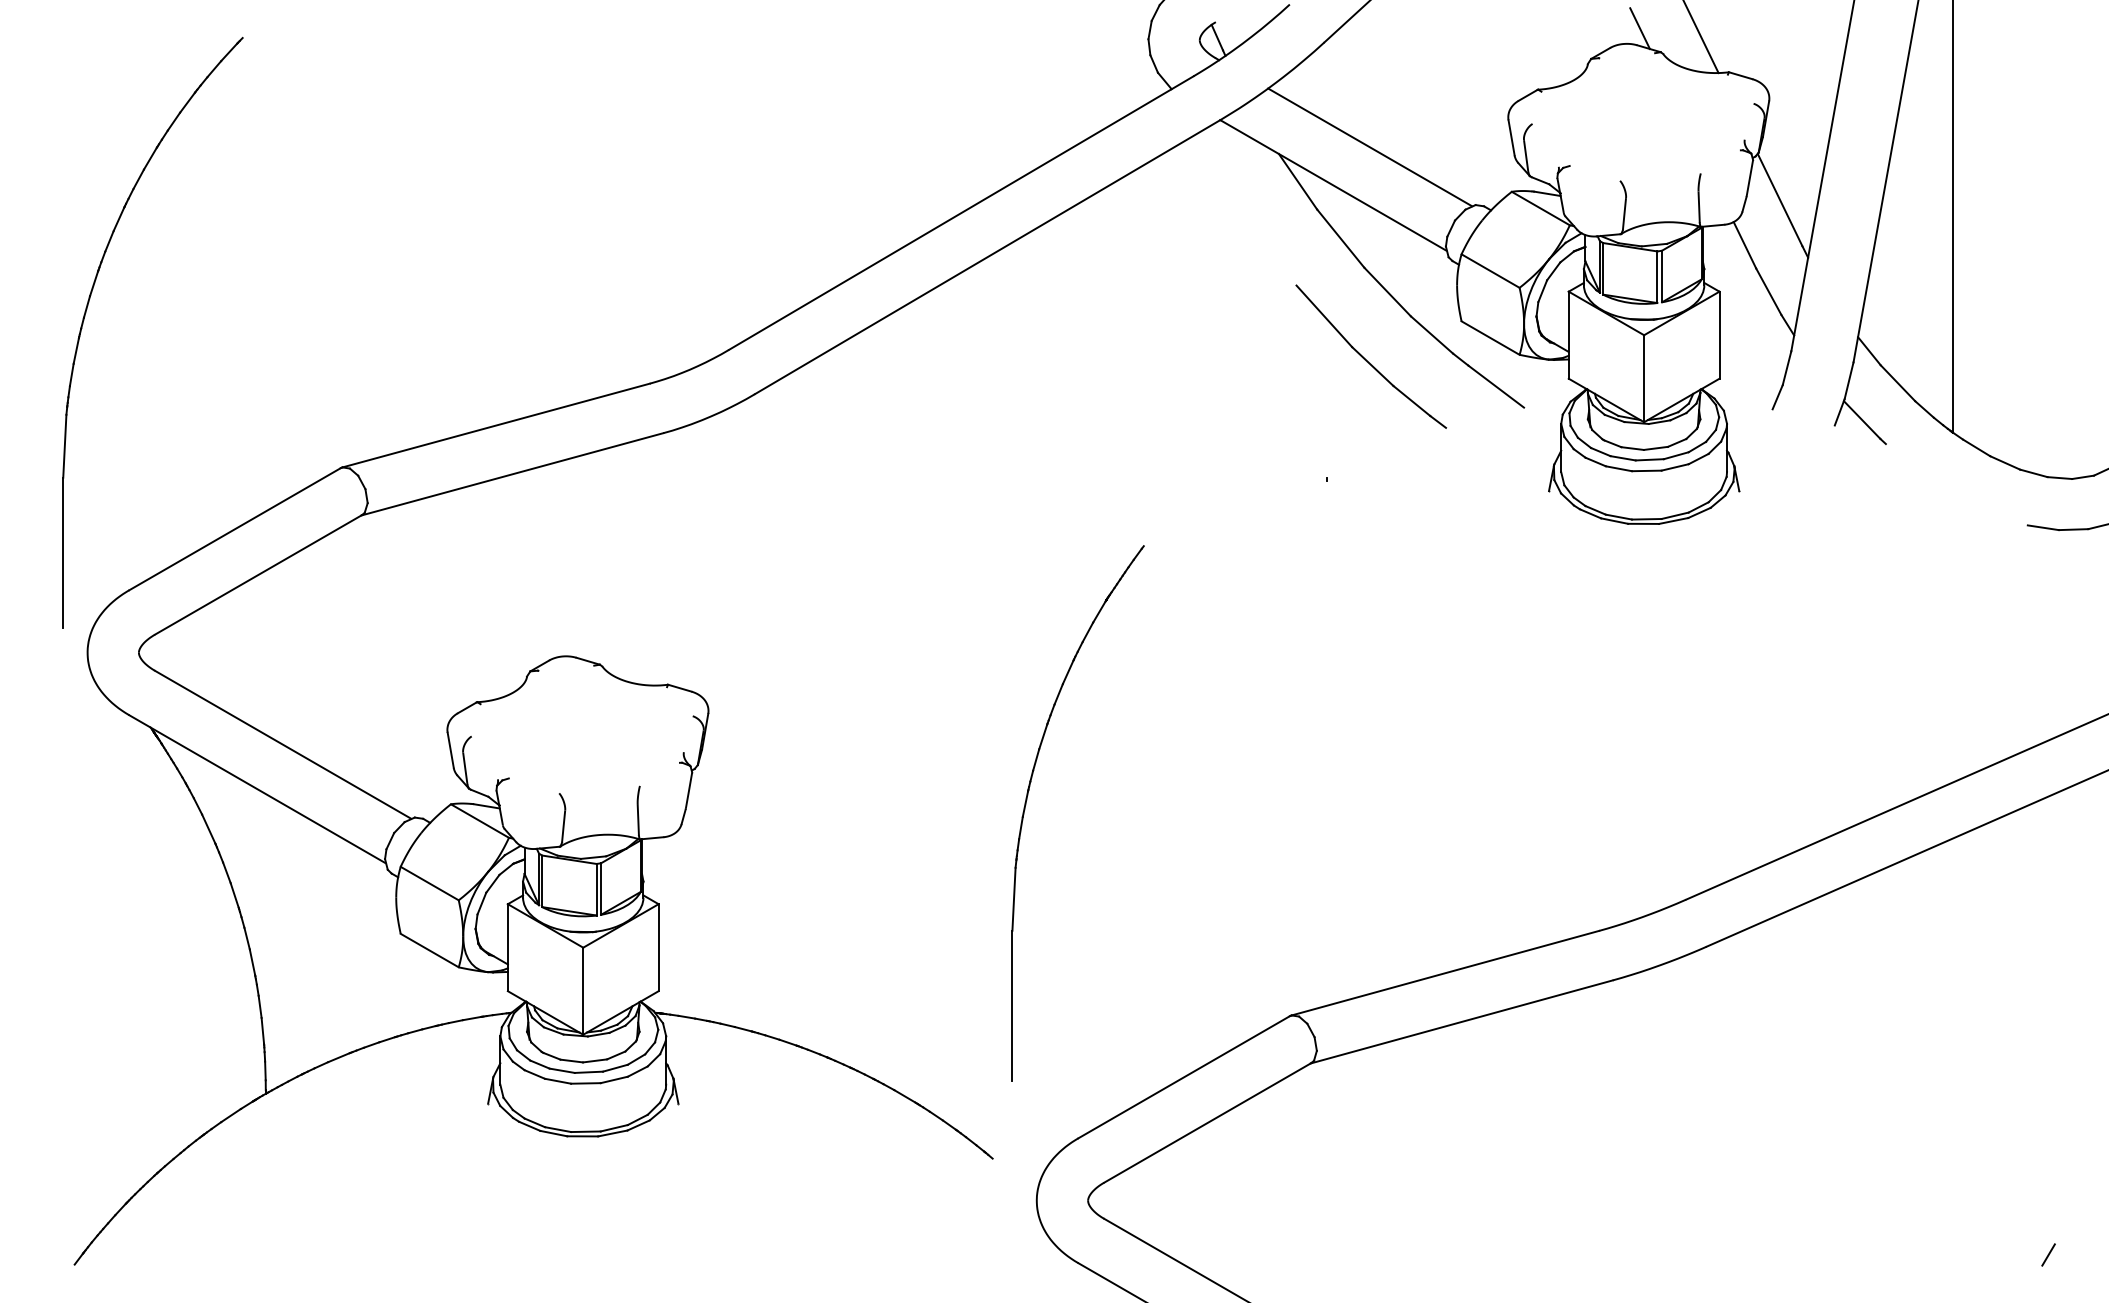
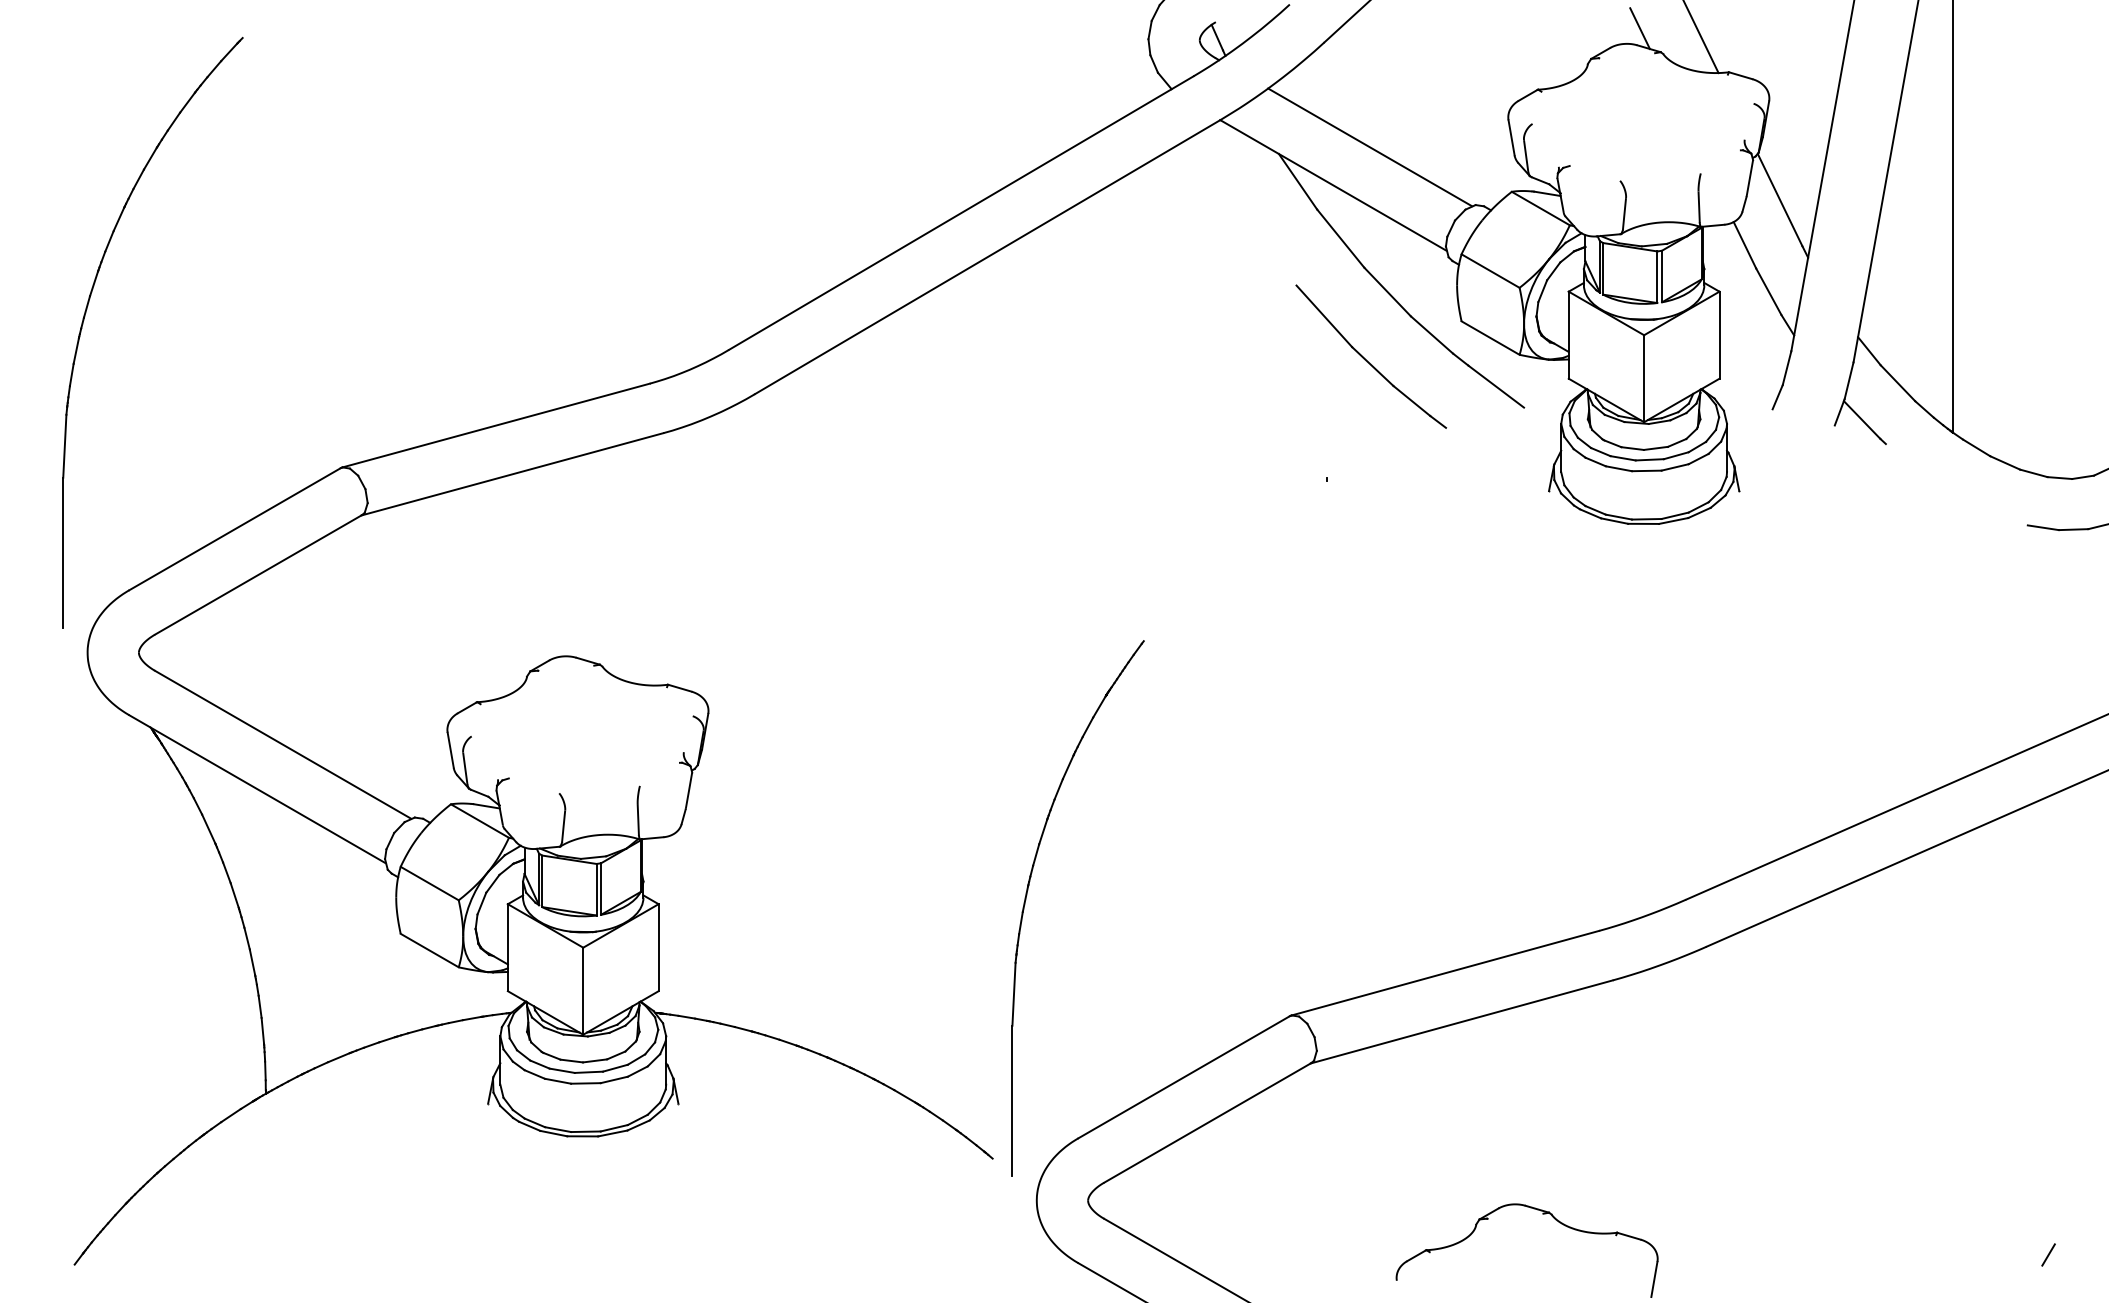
part at (1026, 805) position: (1026, 805) -> (1026, 900)
part at (1542, 1214): none -> present
